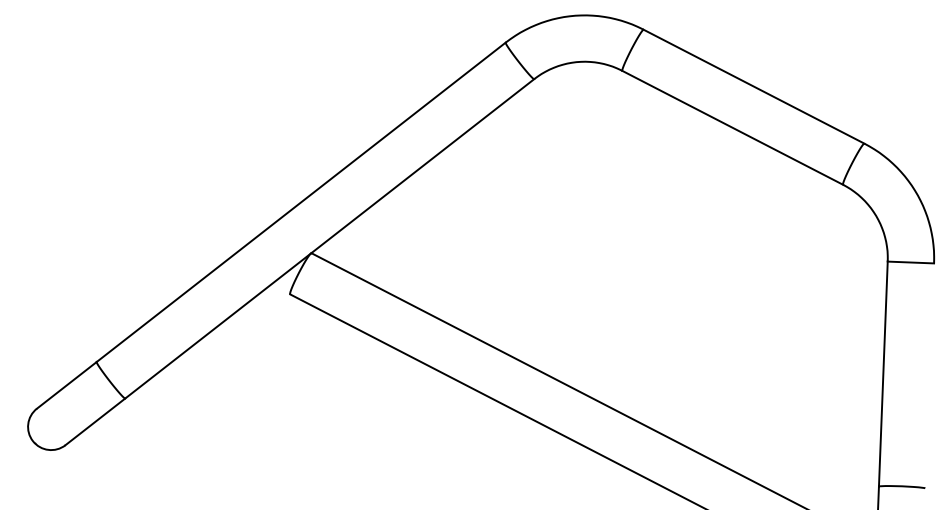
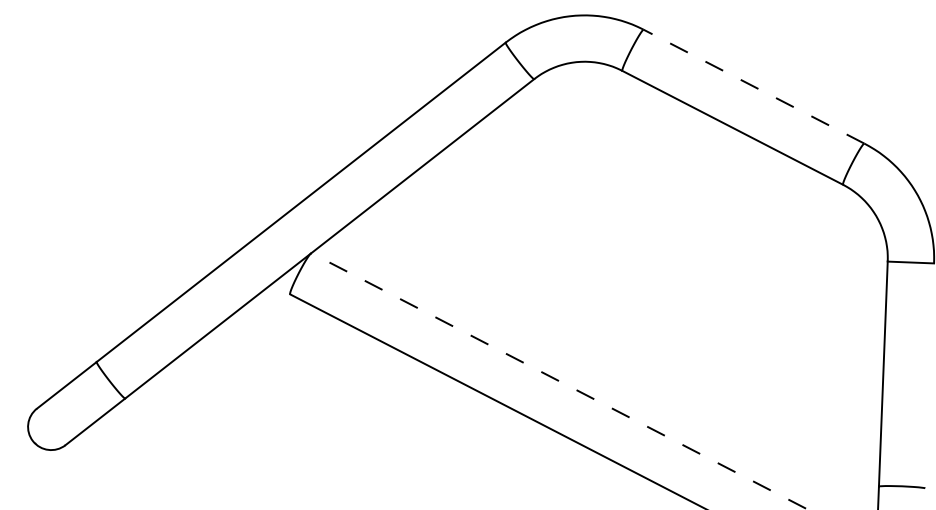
line at (753, 86): solid -> dashed
line at (559, 381): solid -> dashed
